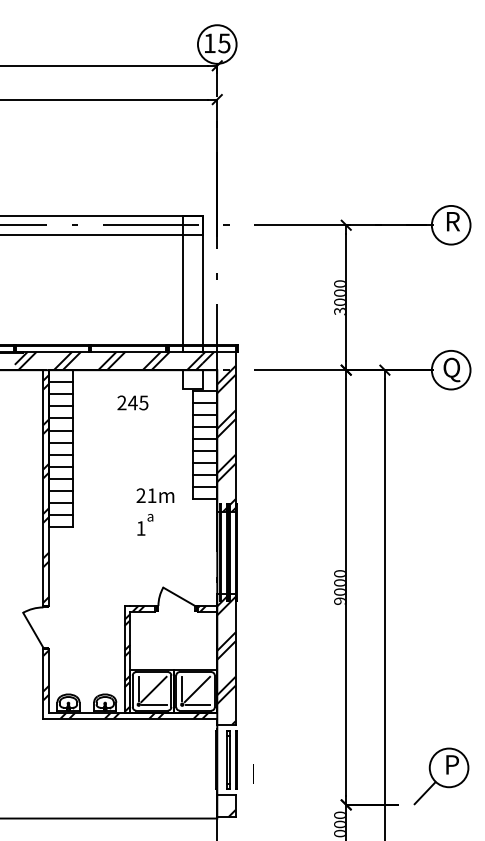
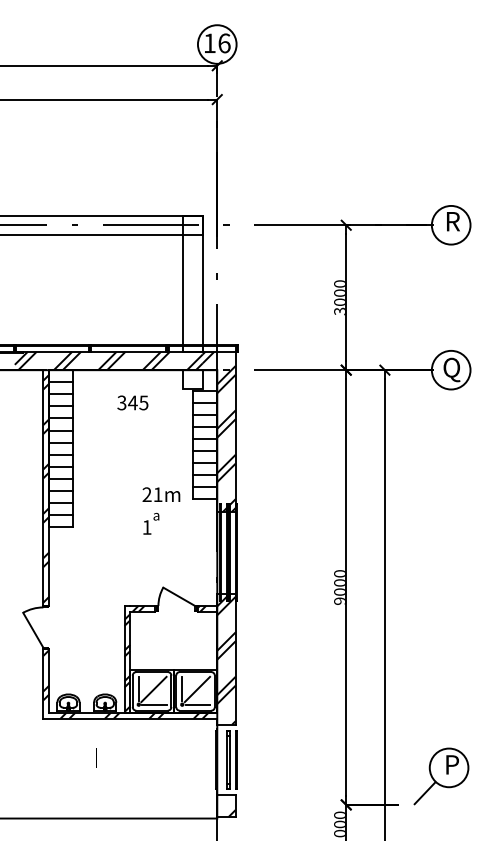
text at (224, 43): 15 -> 16
text at (121, 403): 245 -> 345
text at (155, 511) position: (155, 511) -> (161, 510)
line at (253, 773) position: (253, 773) -> (96, 757)
